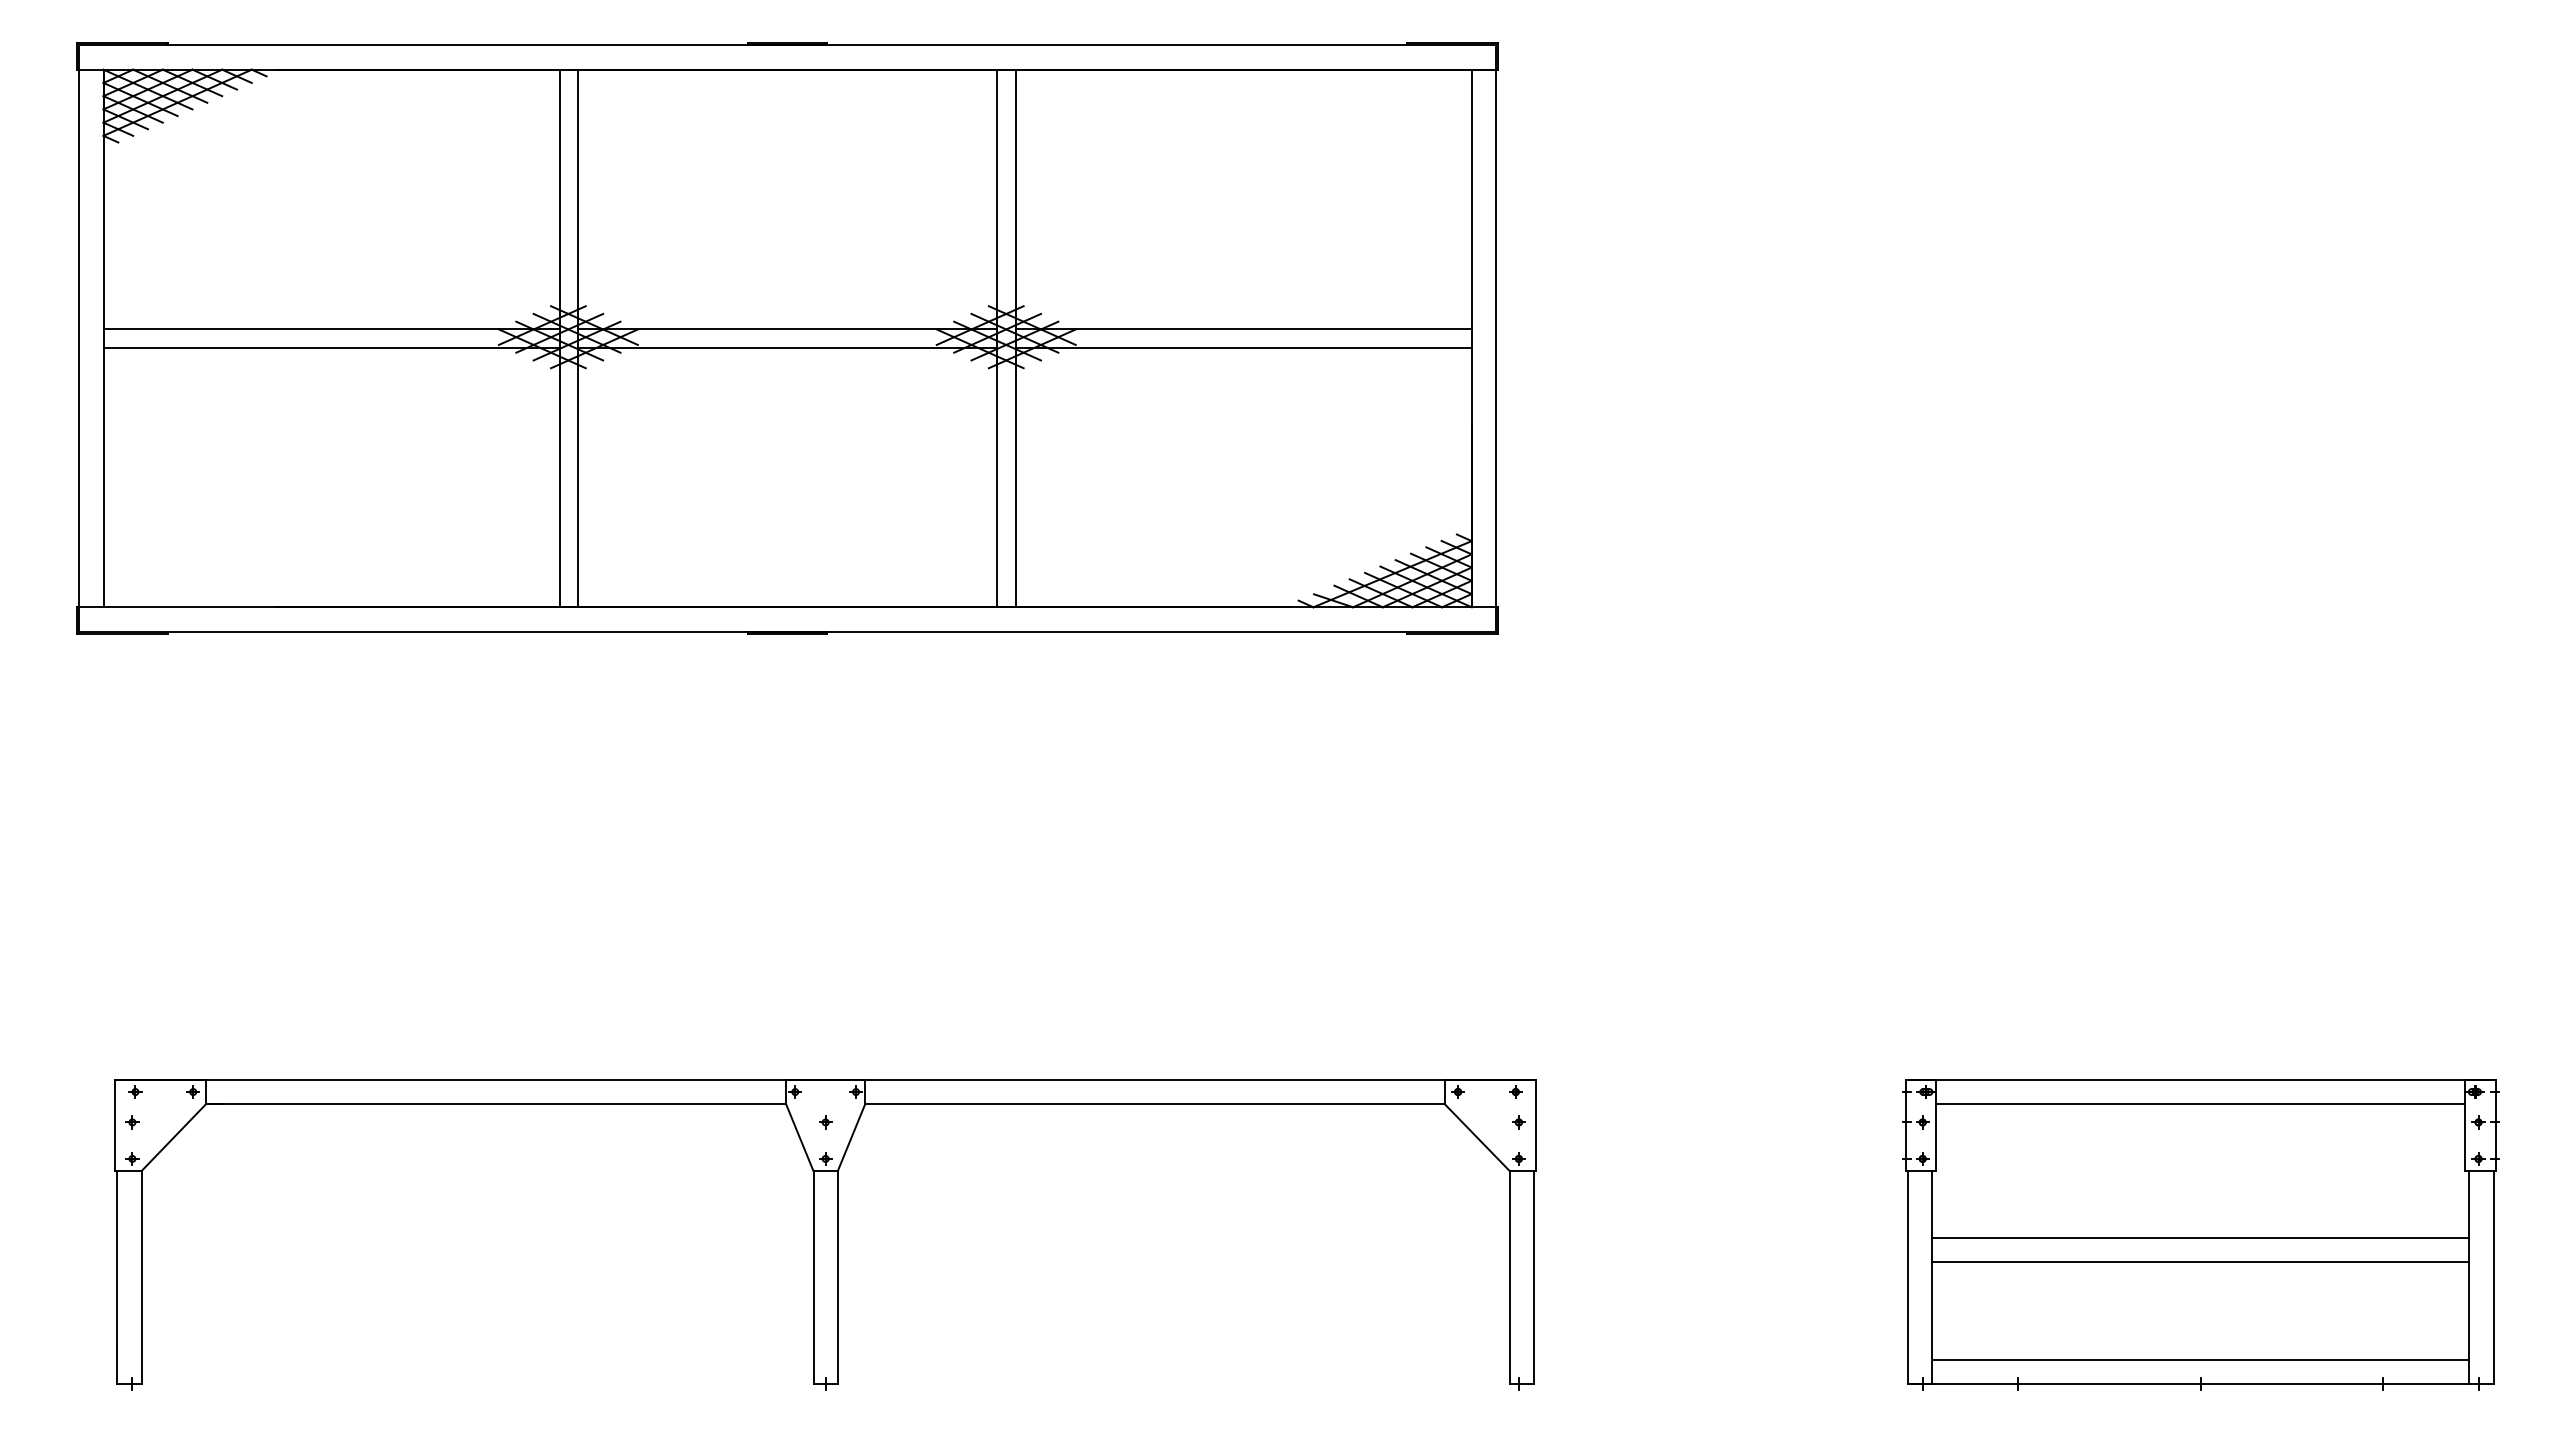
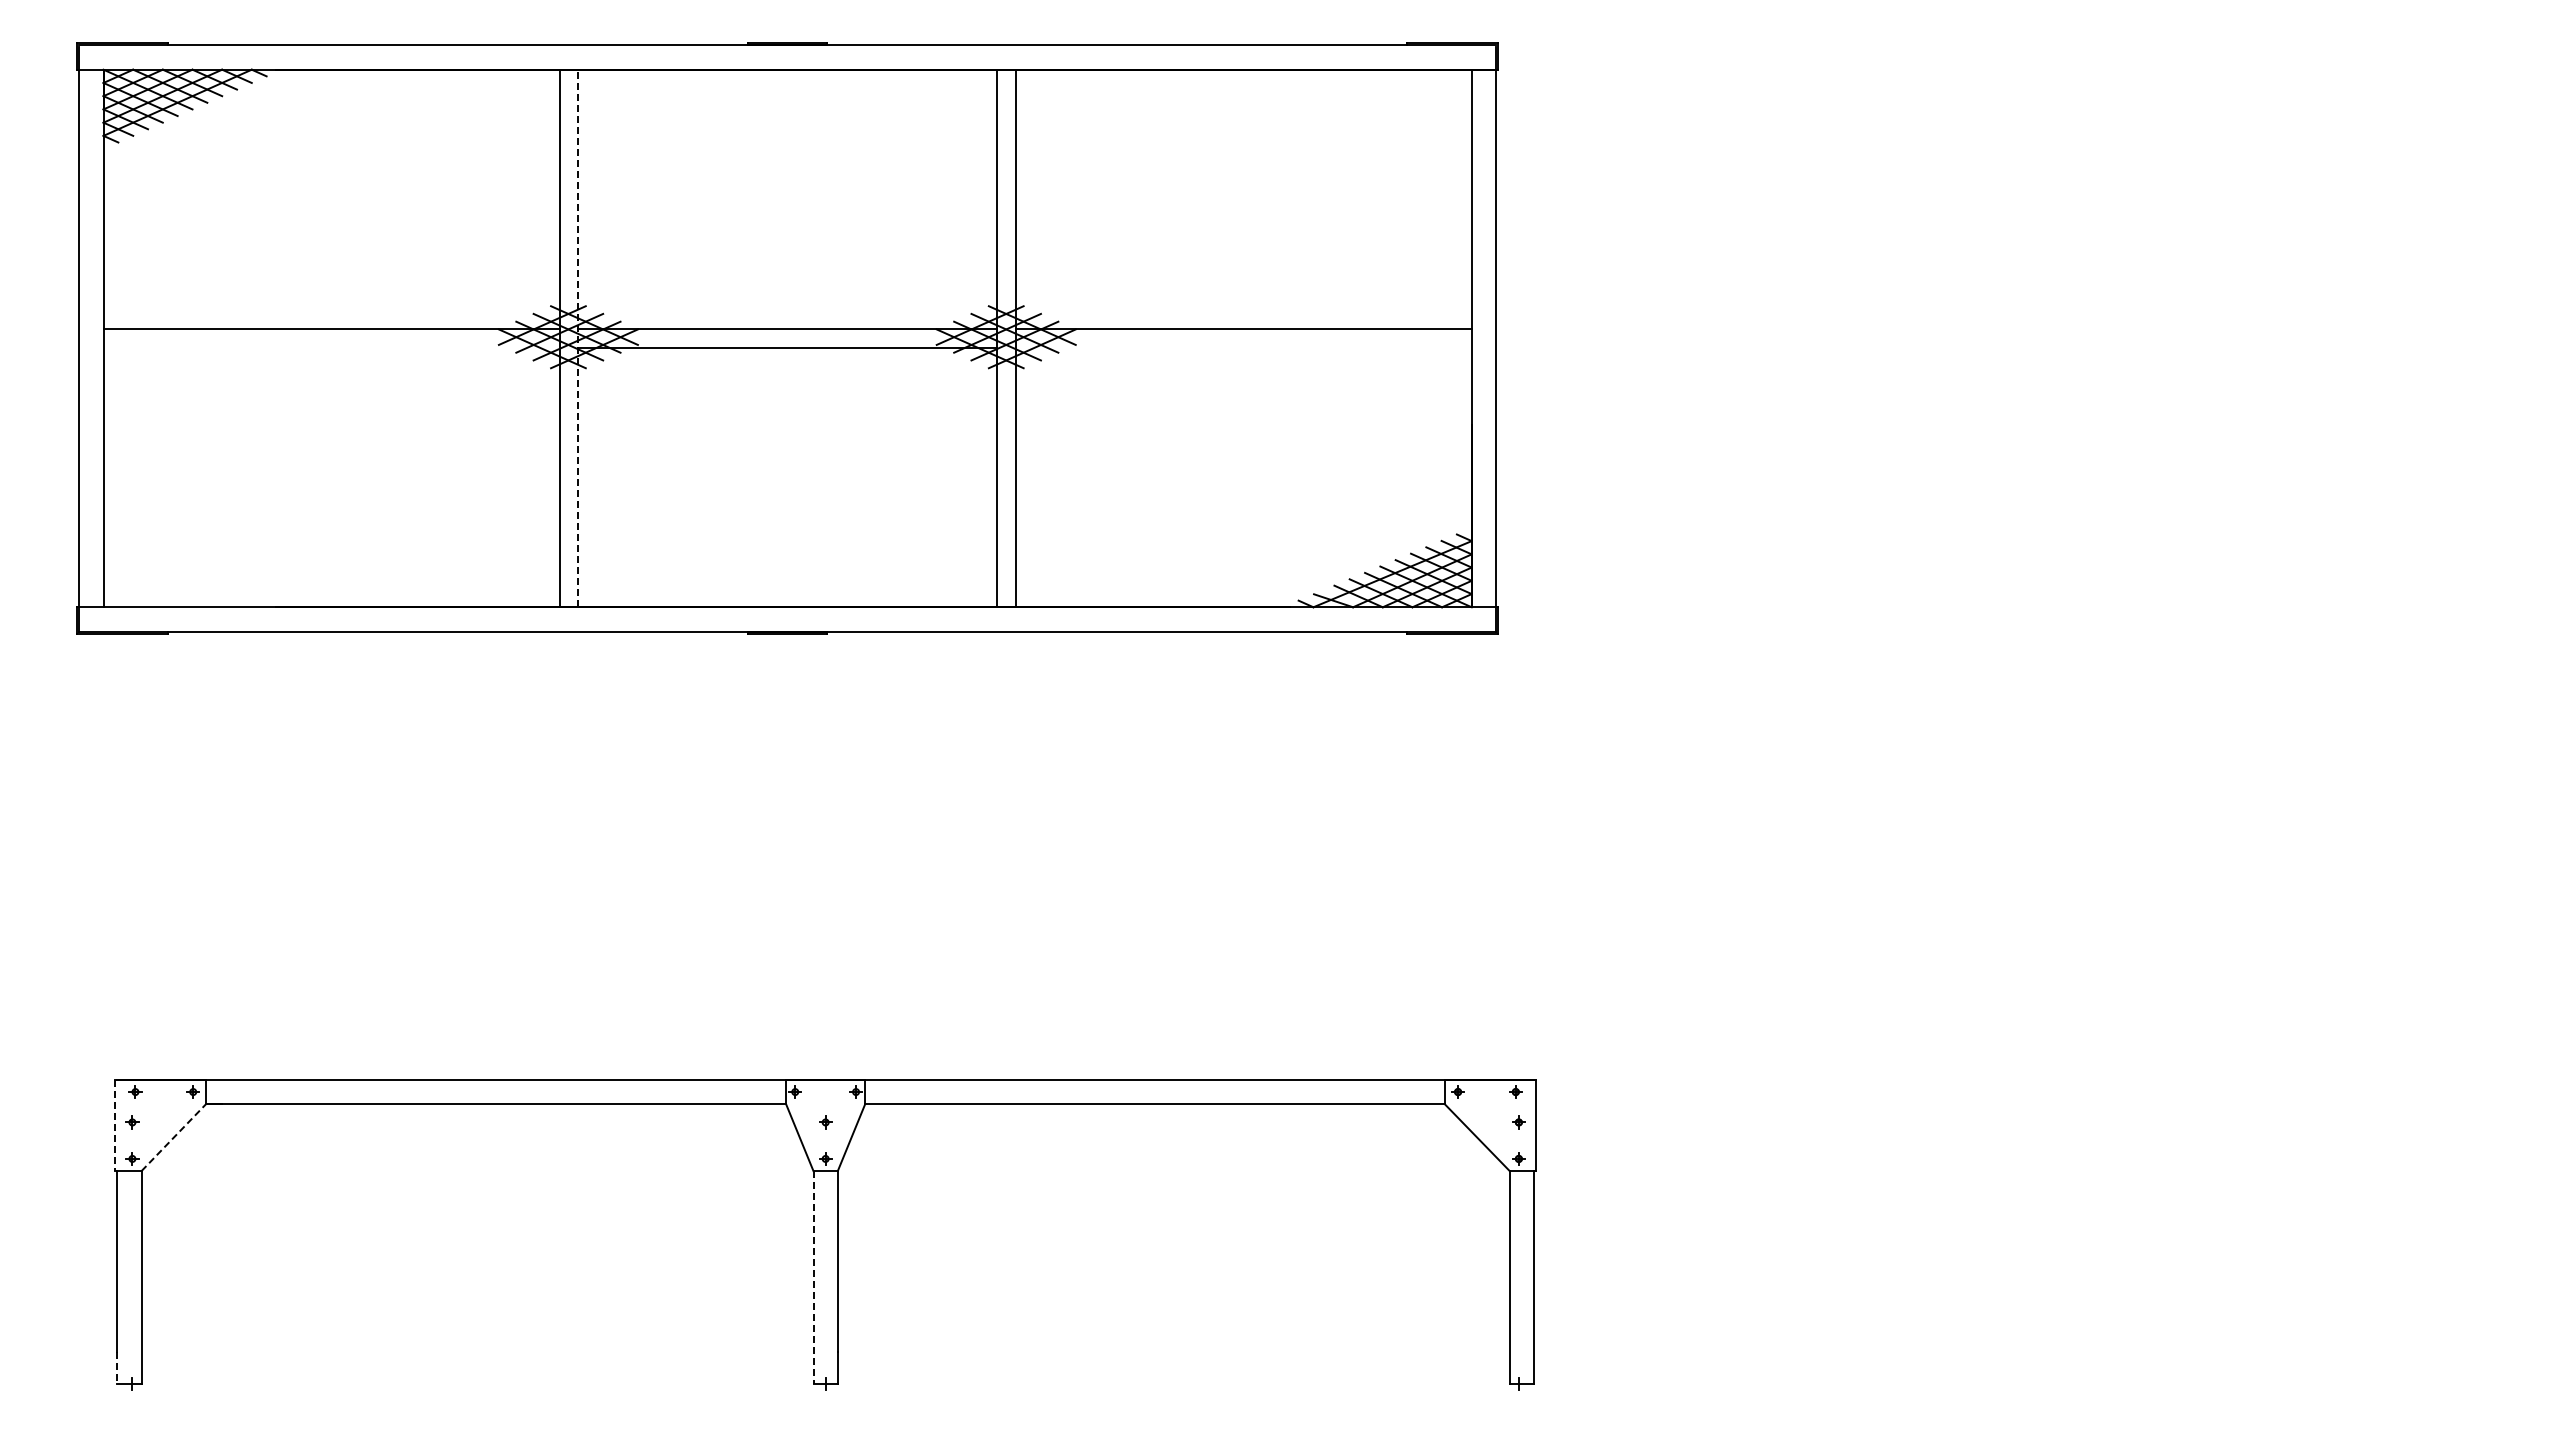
line at (577, 338): solid -> dashed
line at (331, 347): present -> none
line at (1243, 347): present -> none
line at (115, 1125): solid -> dashed
line at (174, 1137): solid -> dashed
part at (2200, 1234): present -> none
line at (813, 1278): solid -> dashed
line at (117, 1368): solid -> dashed
